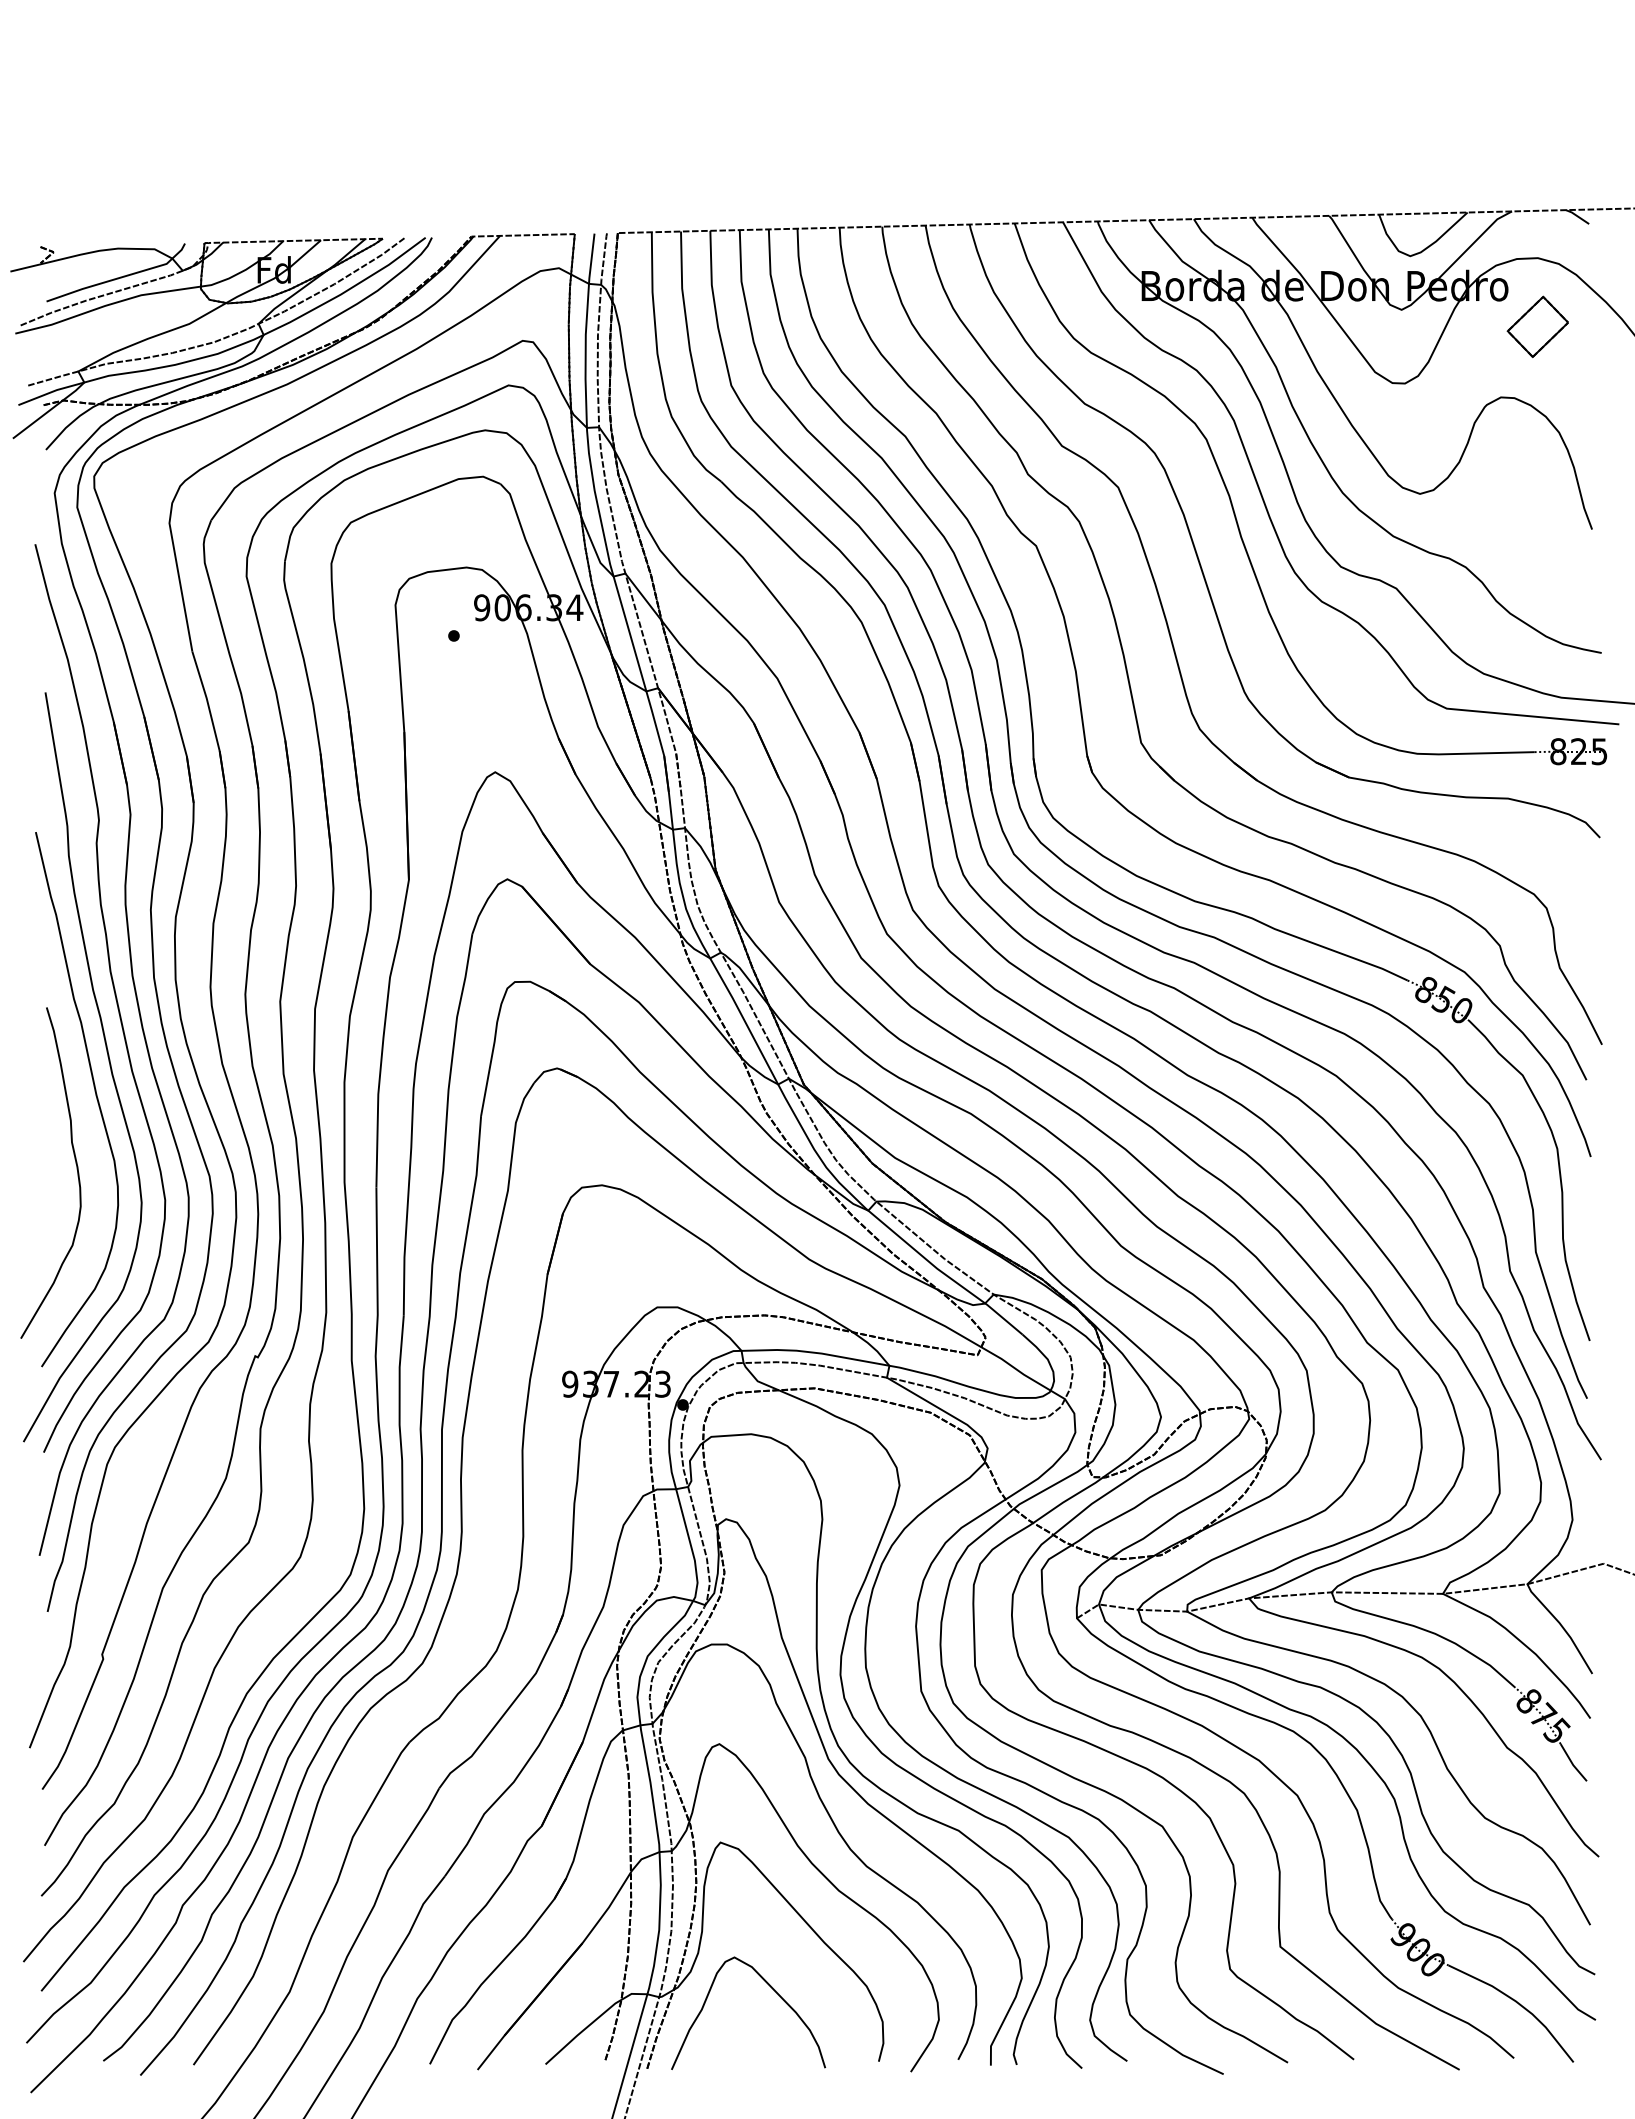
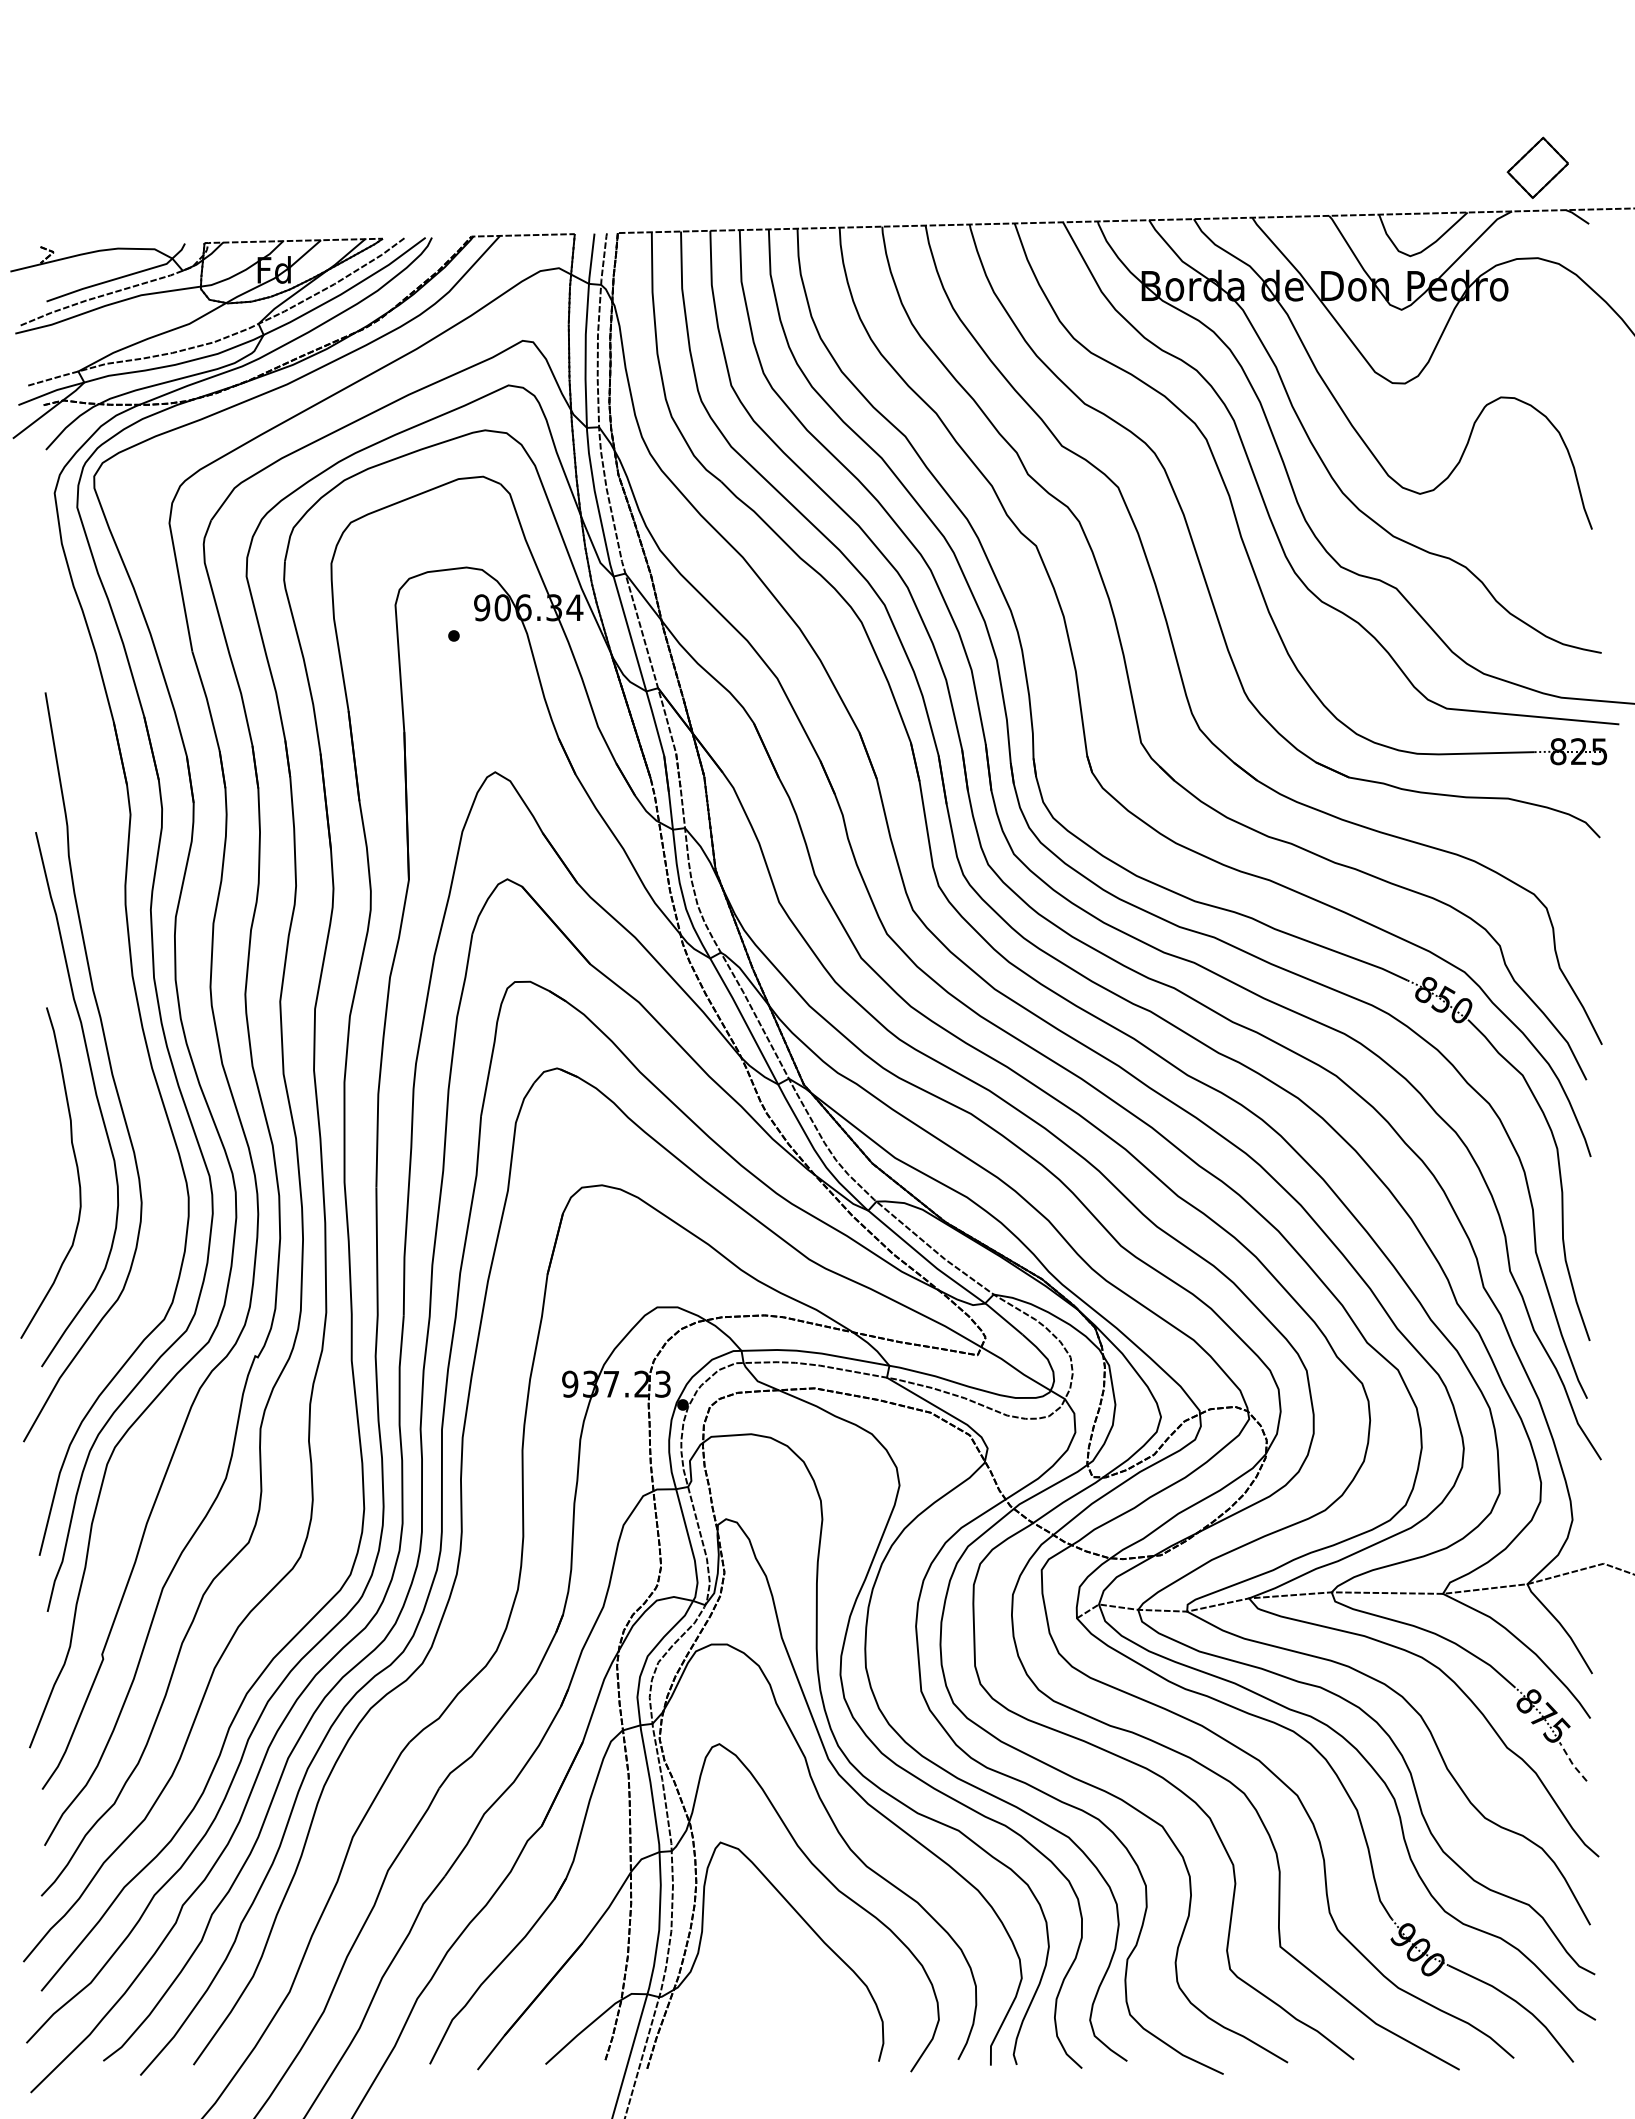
part at (1537, 326) position: (1537, 326) -> (1537, 167)
curve at (114, 995): present -> none
line at (1572, 1764): solid -> dashed
curve at (771, 1988): present -> none
